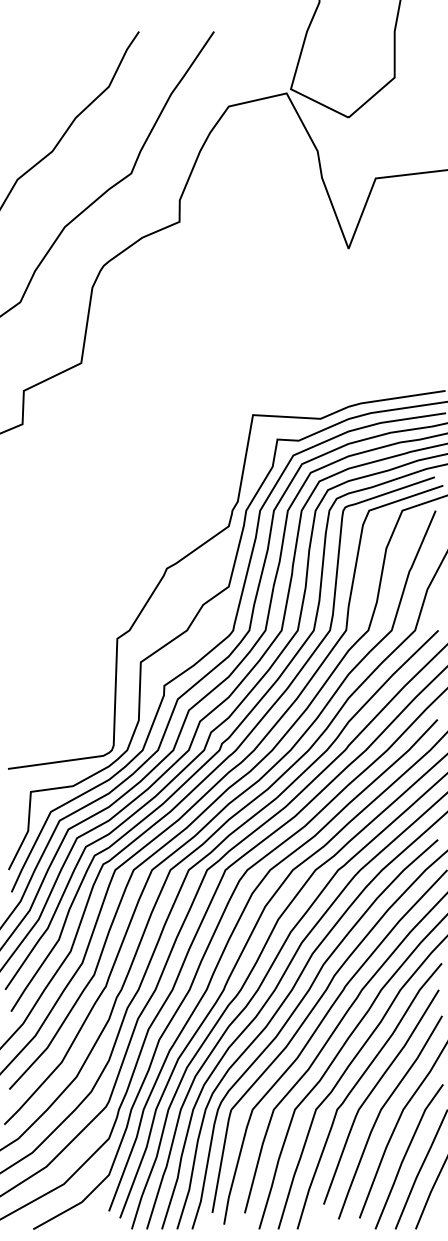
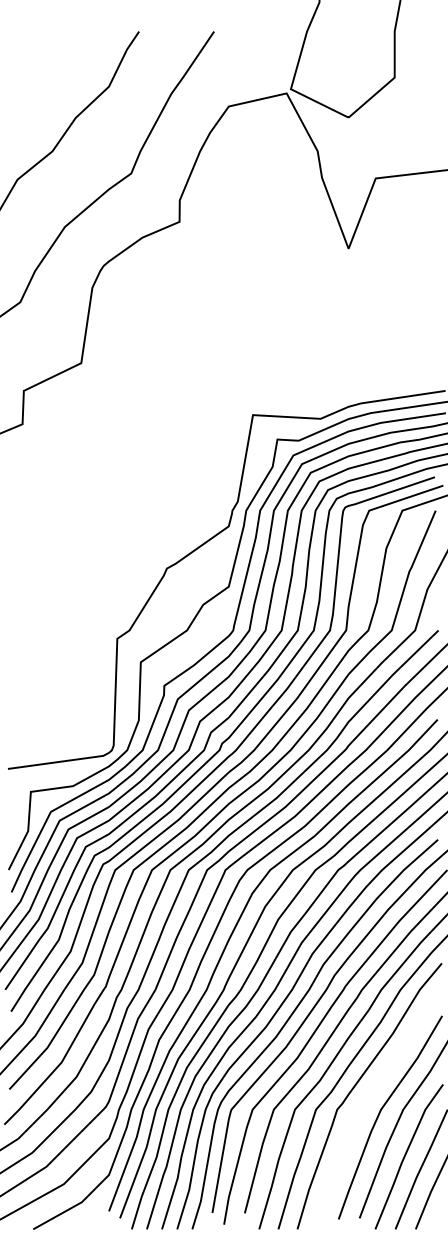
curve at (372, 1092): present -> none
